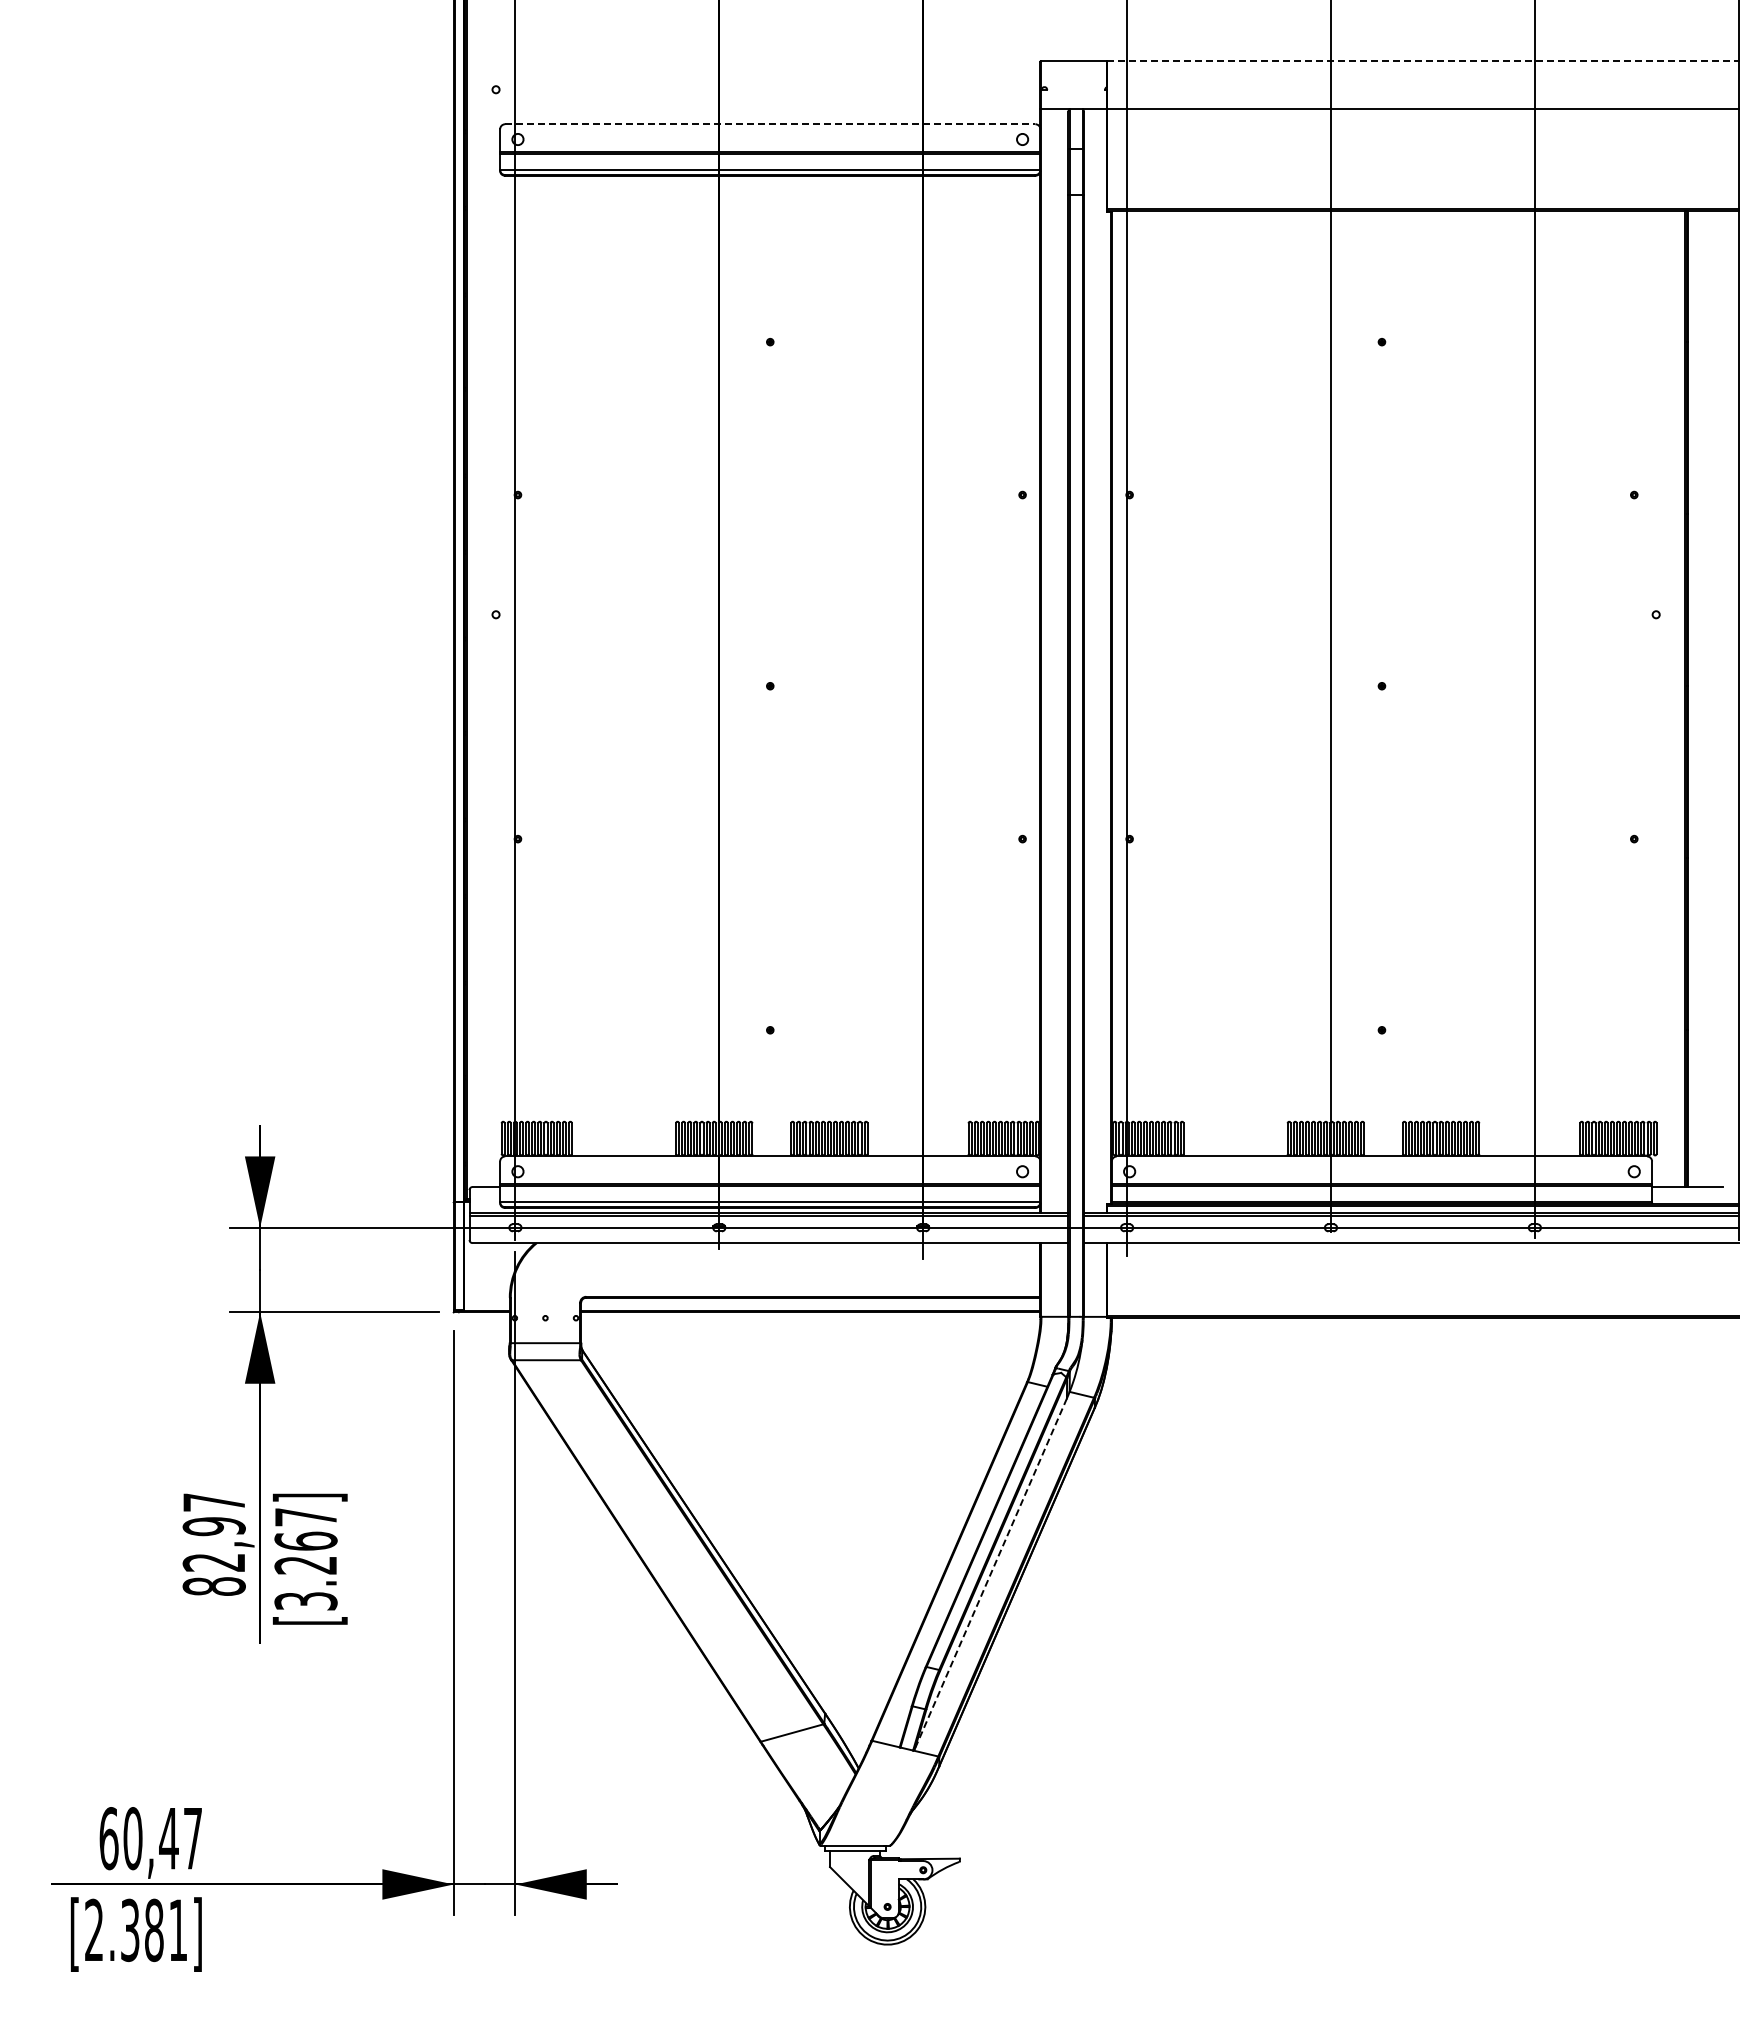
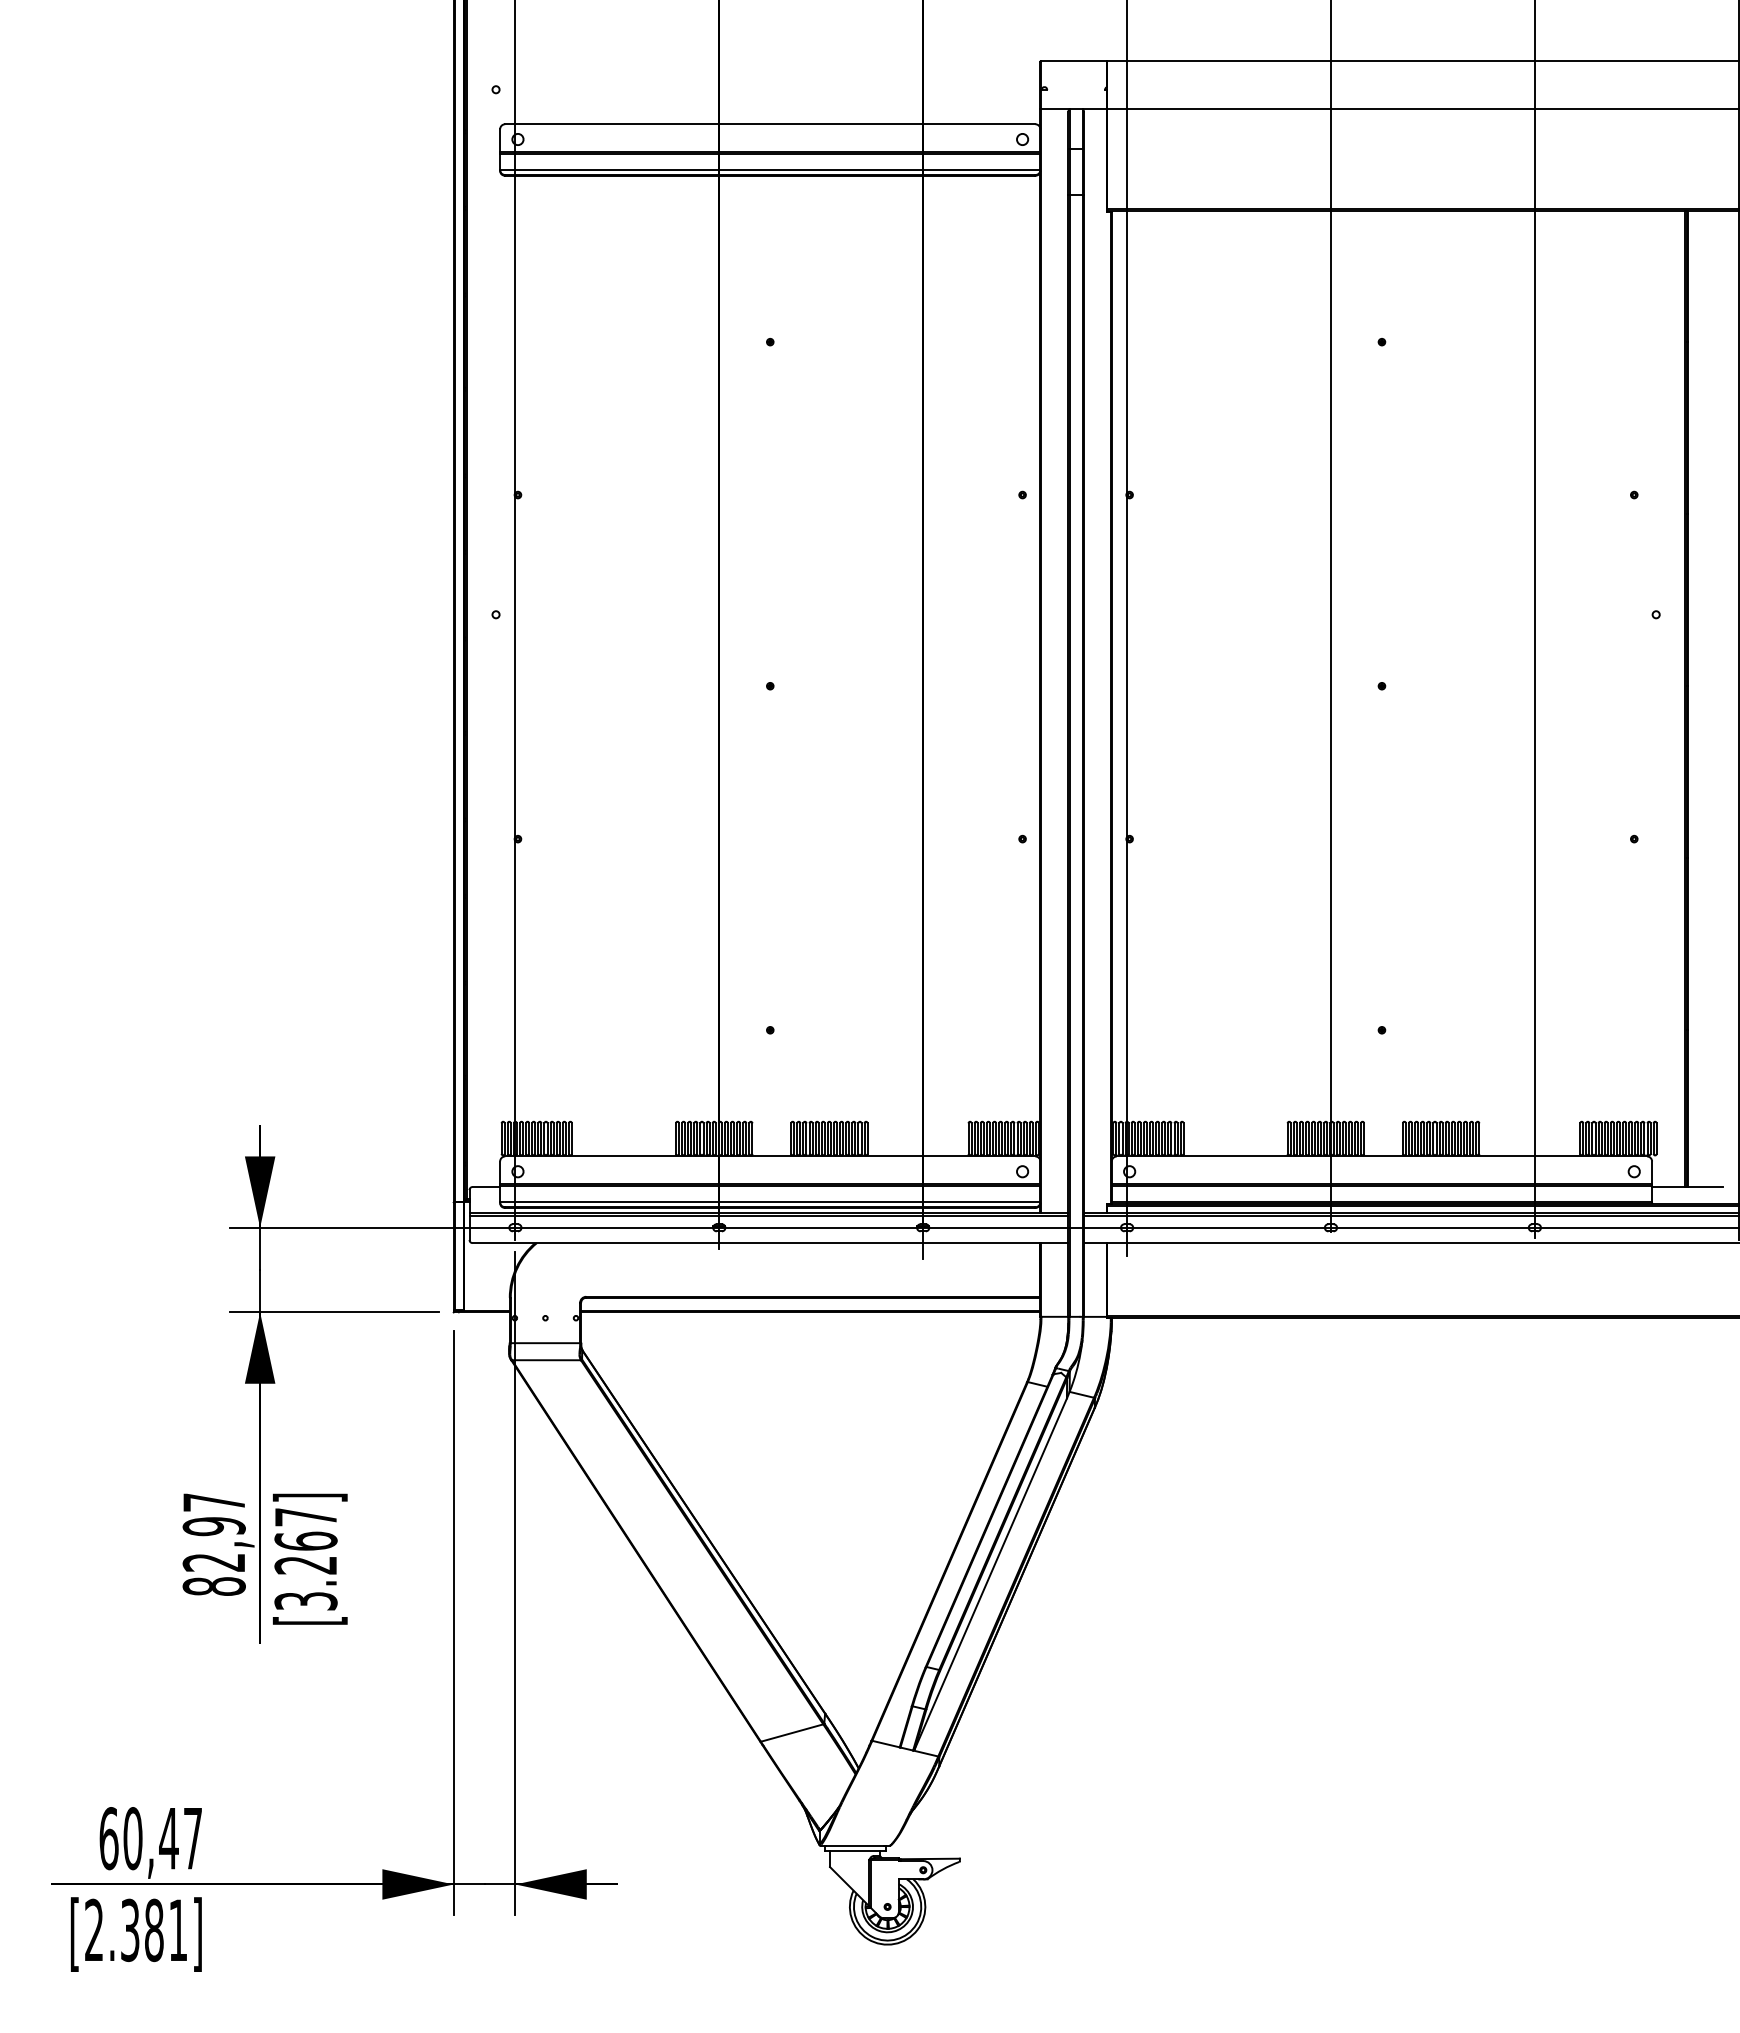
line at (1423, 61): dashed -> solid
line at (770, 124): dashed -> solid
line at (990, 1574): dashed -> solid
